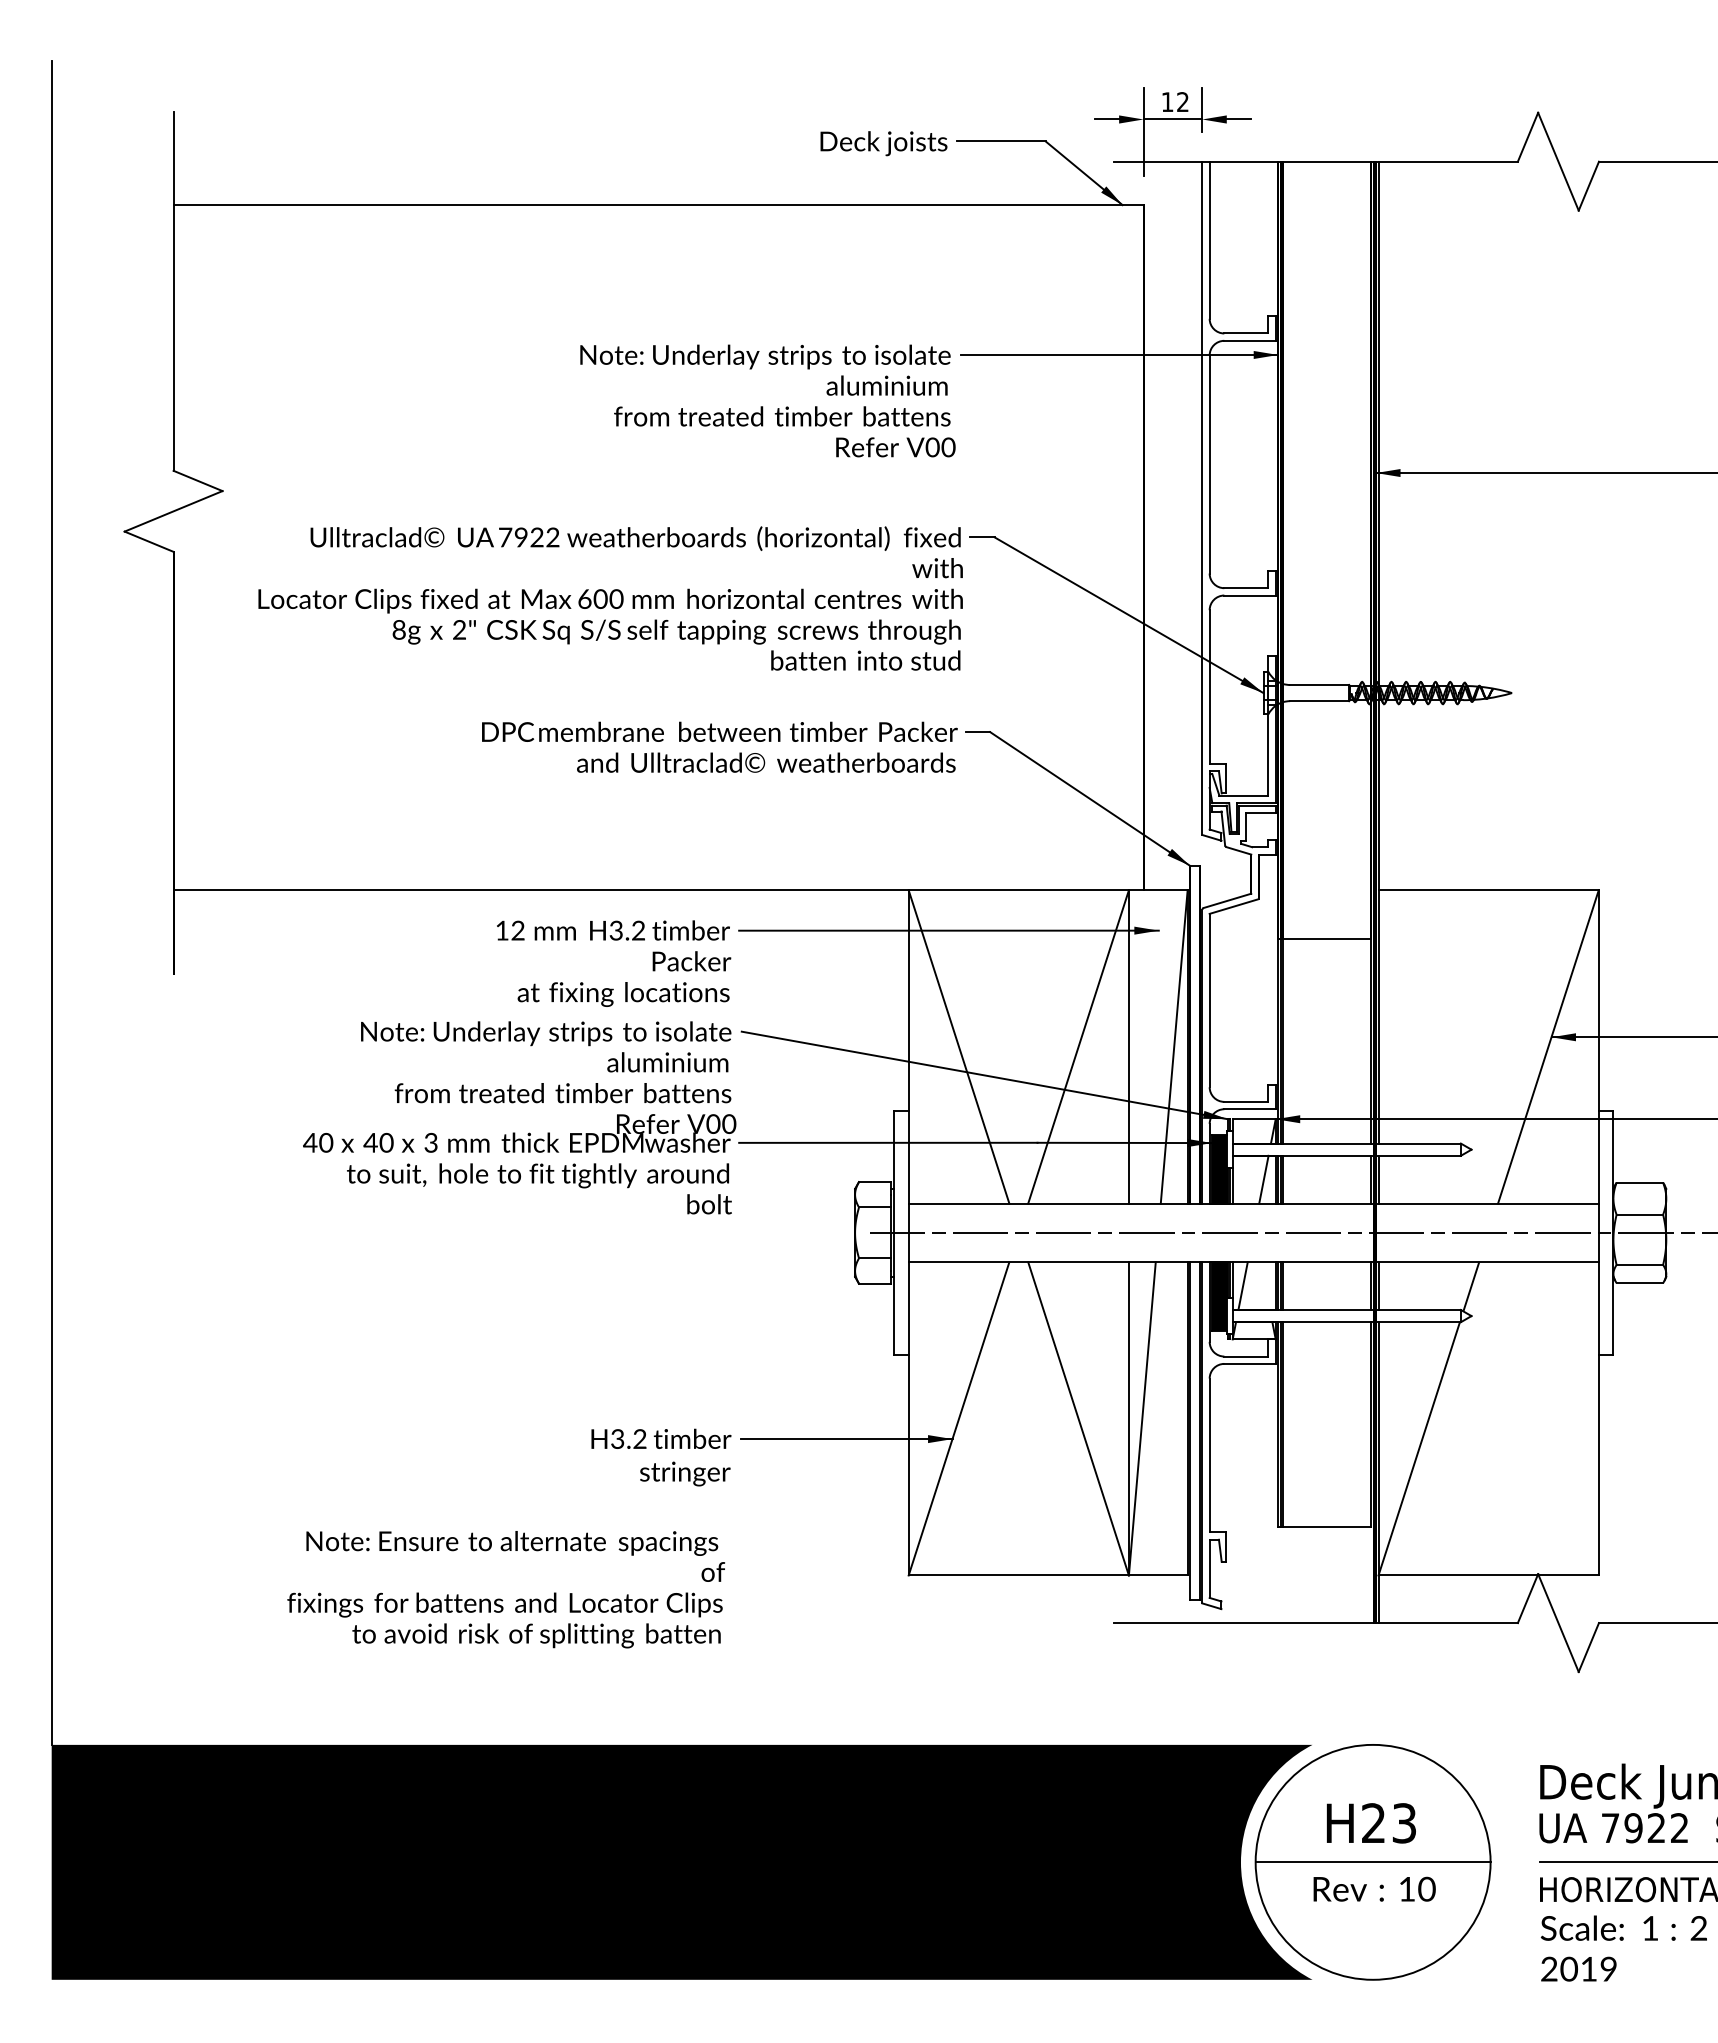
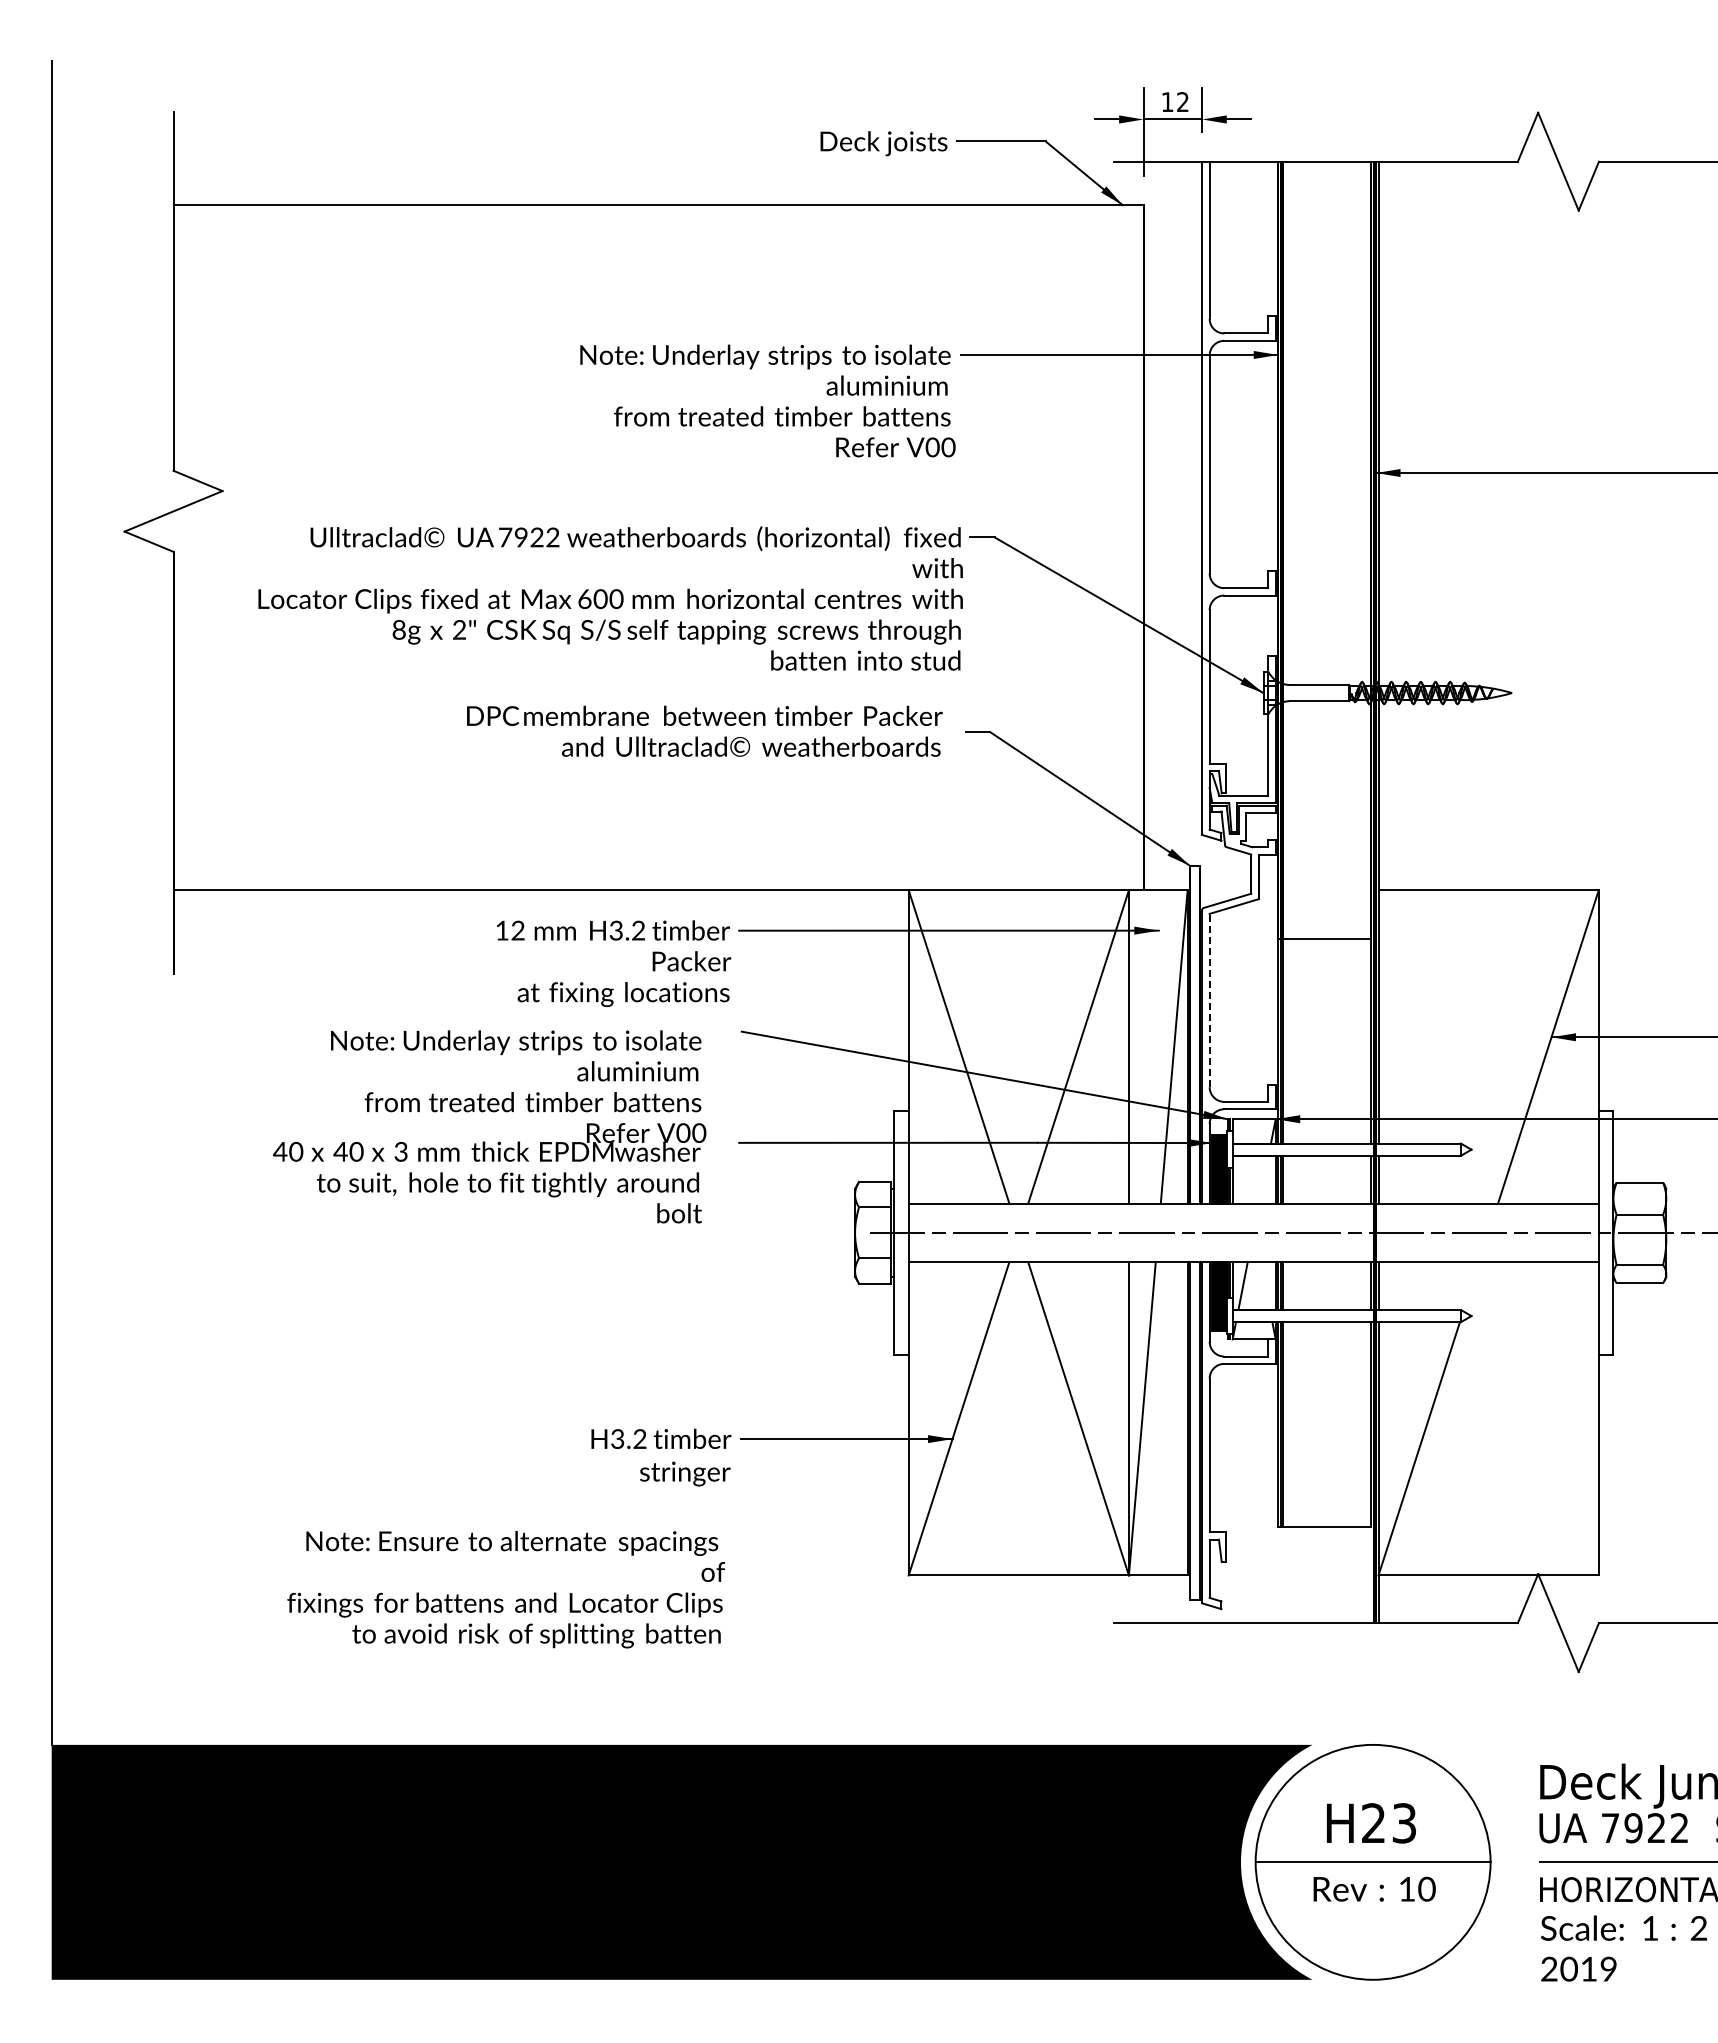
text at (719, 746) position: (719, 746) -> (704, 730)
line at (1209, 1000): solid -> dashed
text at (519, 1117) position: (519, 1117) -> (489, 1126)
line at (1263, 1179): present -> none
line at (1471, 1285): present -> none
